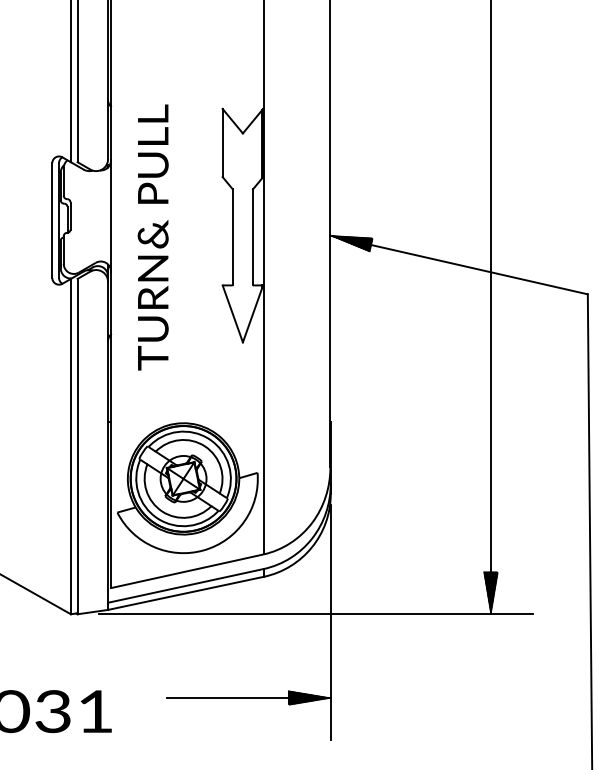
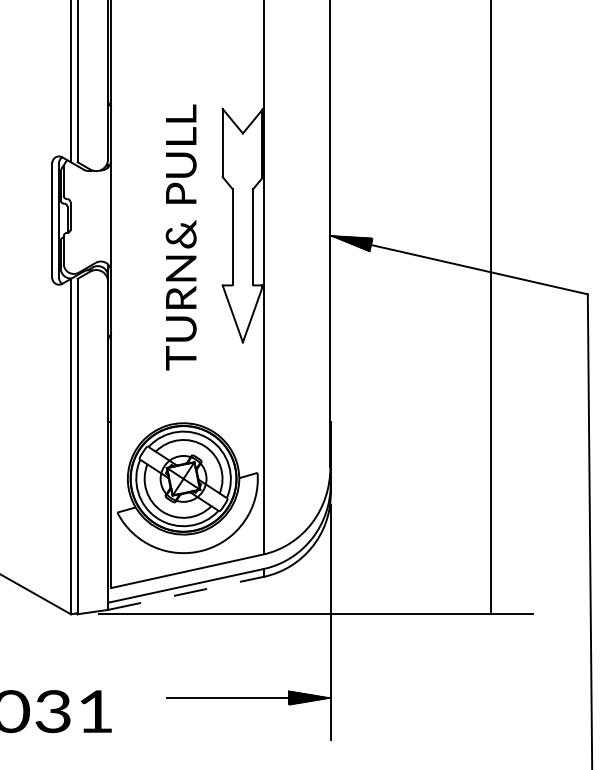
text at (152, 237) position: (152, 237) -> (180, 237)
line at (185, 593): solid -> dashed
hatch at (490, 593): present -> none
